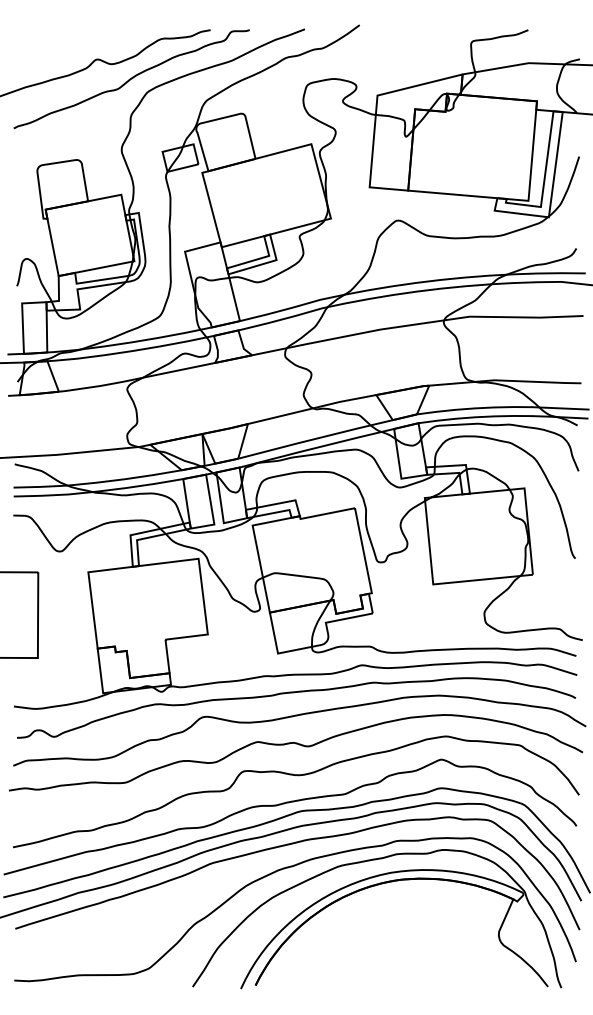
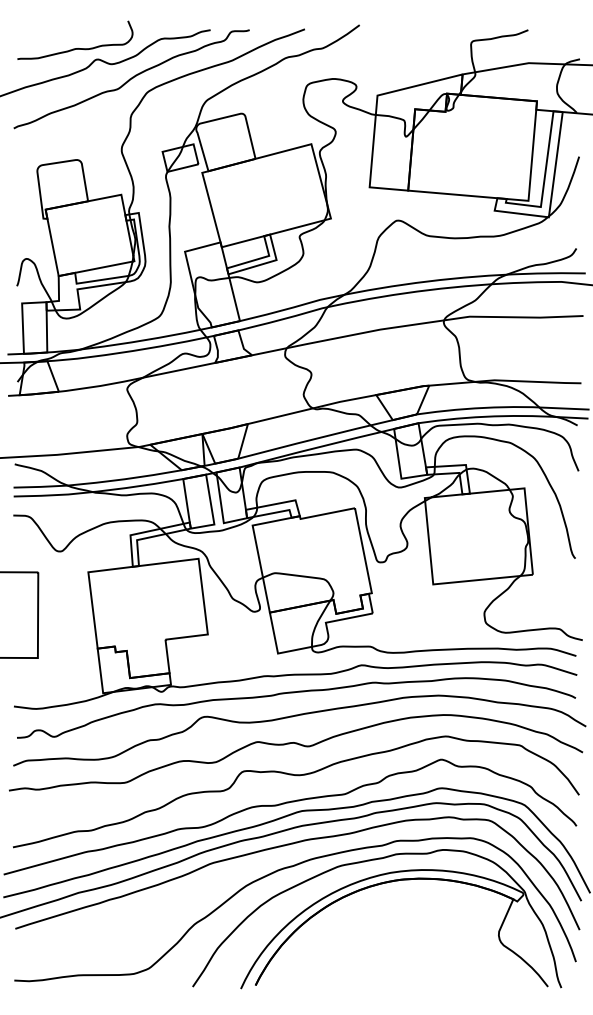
curve at (75, 48): none -> present
